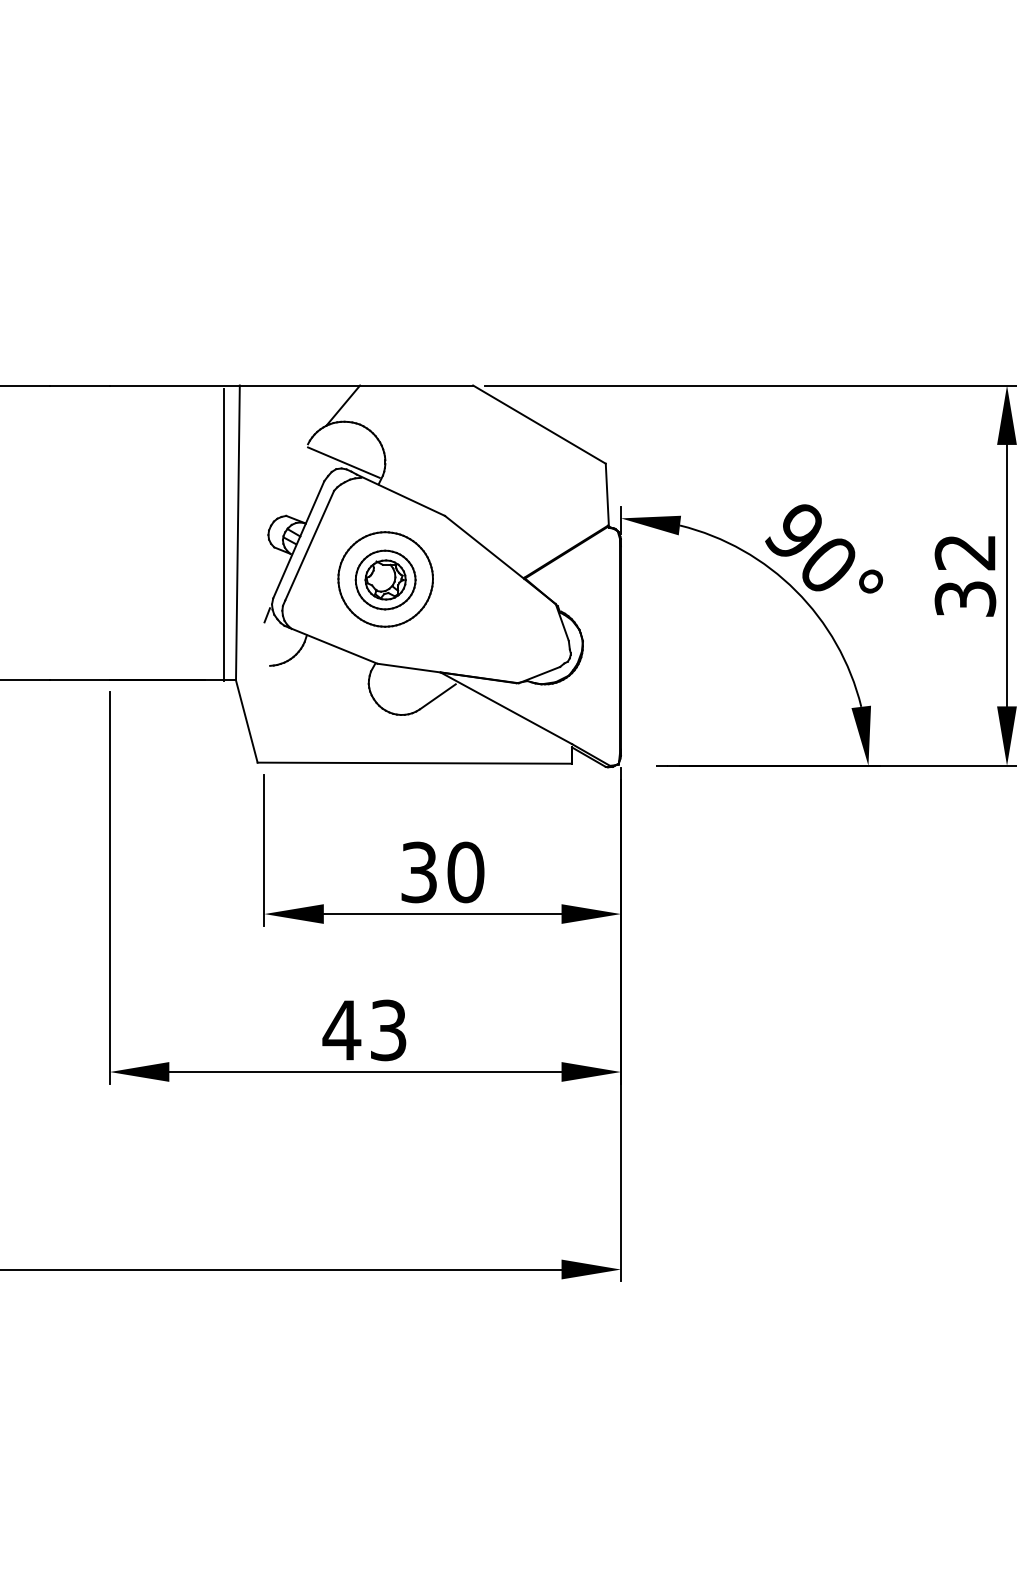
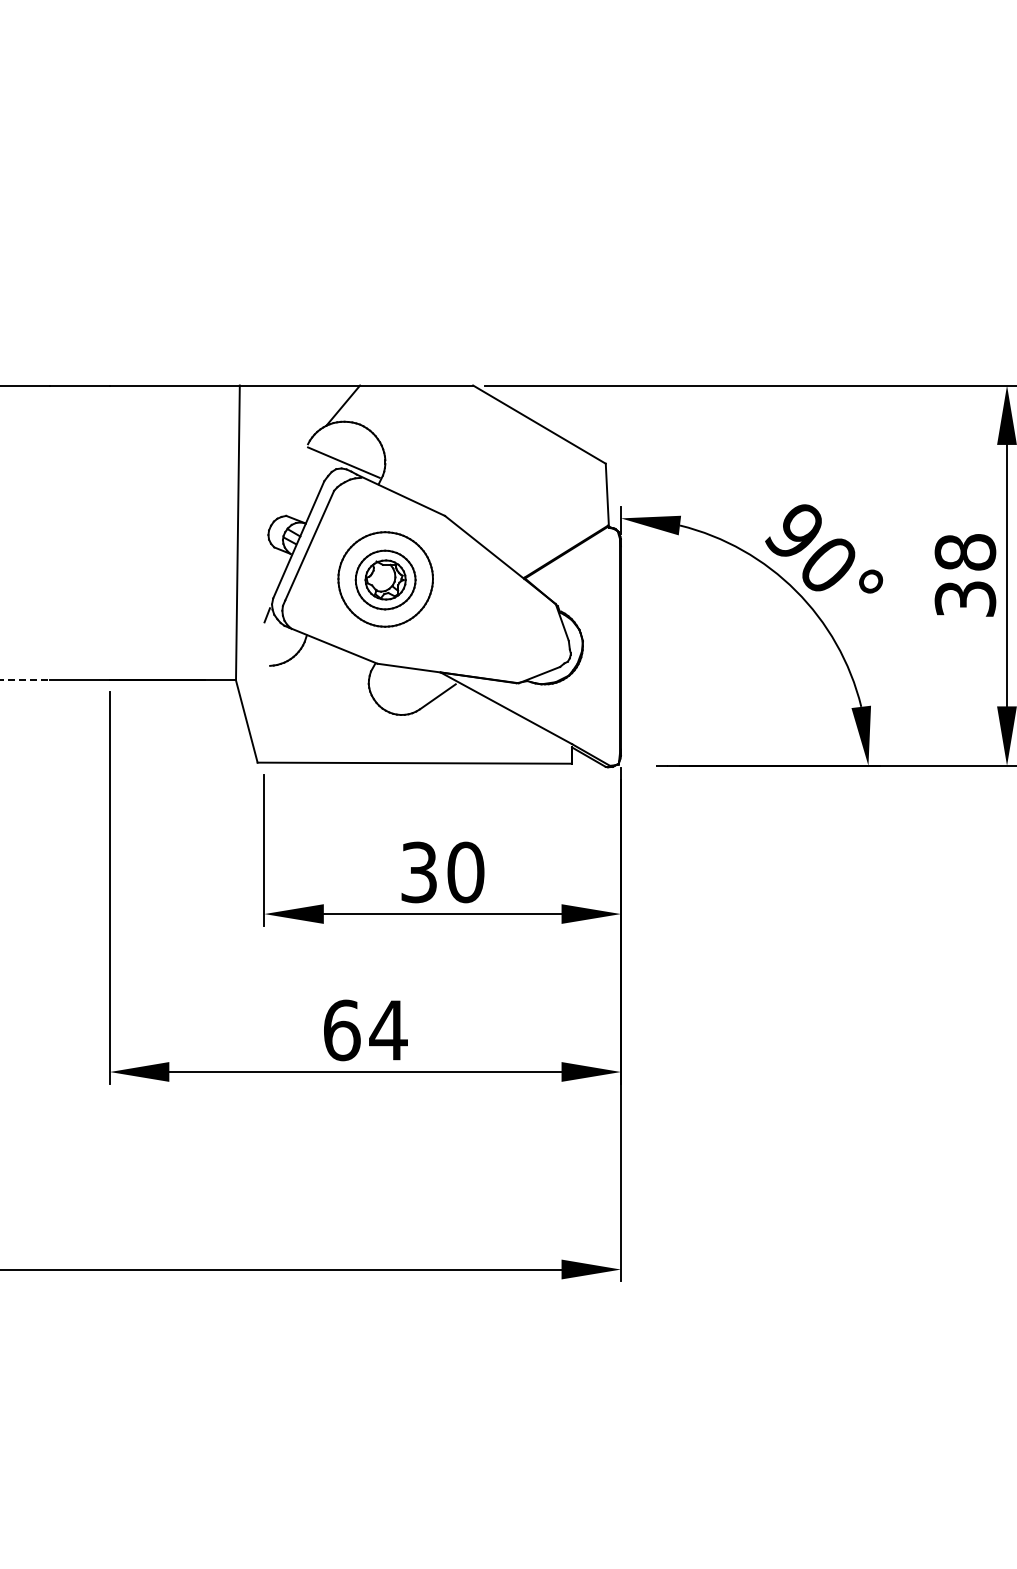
line at (224, 534): present -> none
text at (965, 552): 32 -> 38
line at (25, 680): solid -> dashed
text at (364, 1030): 43 -> 64
